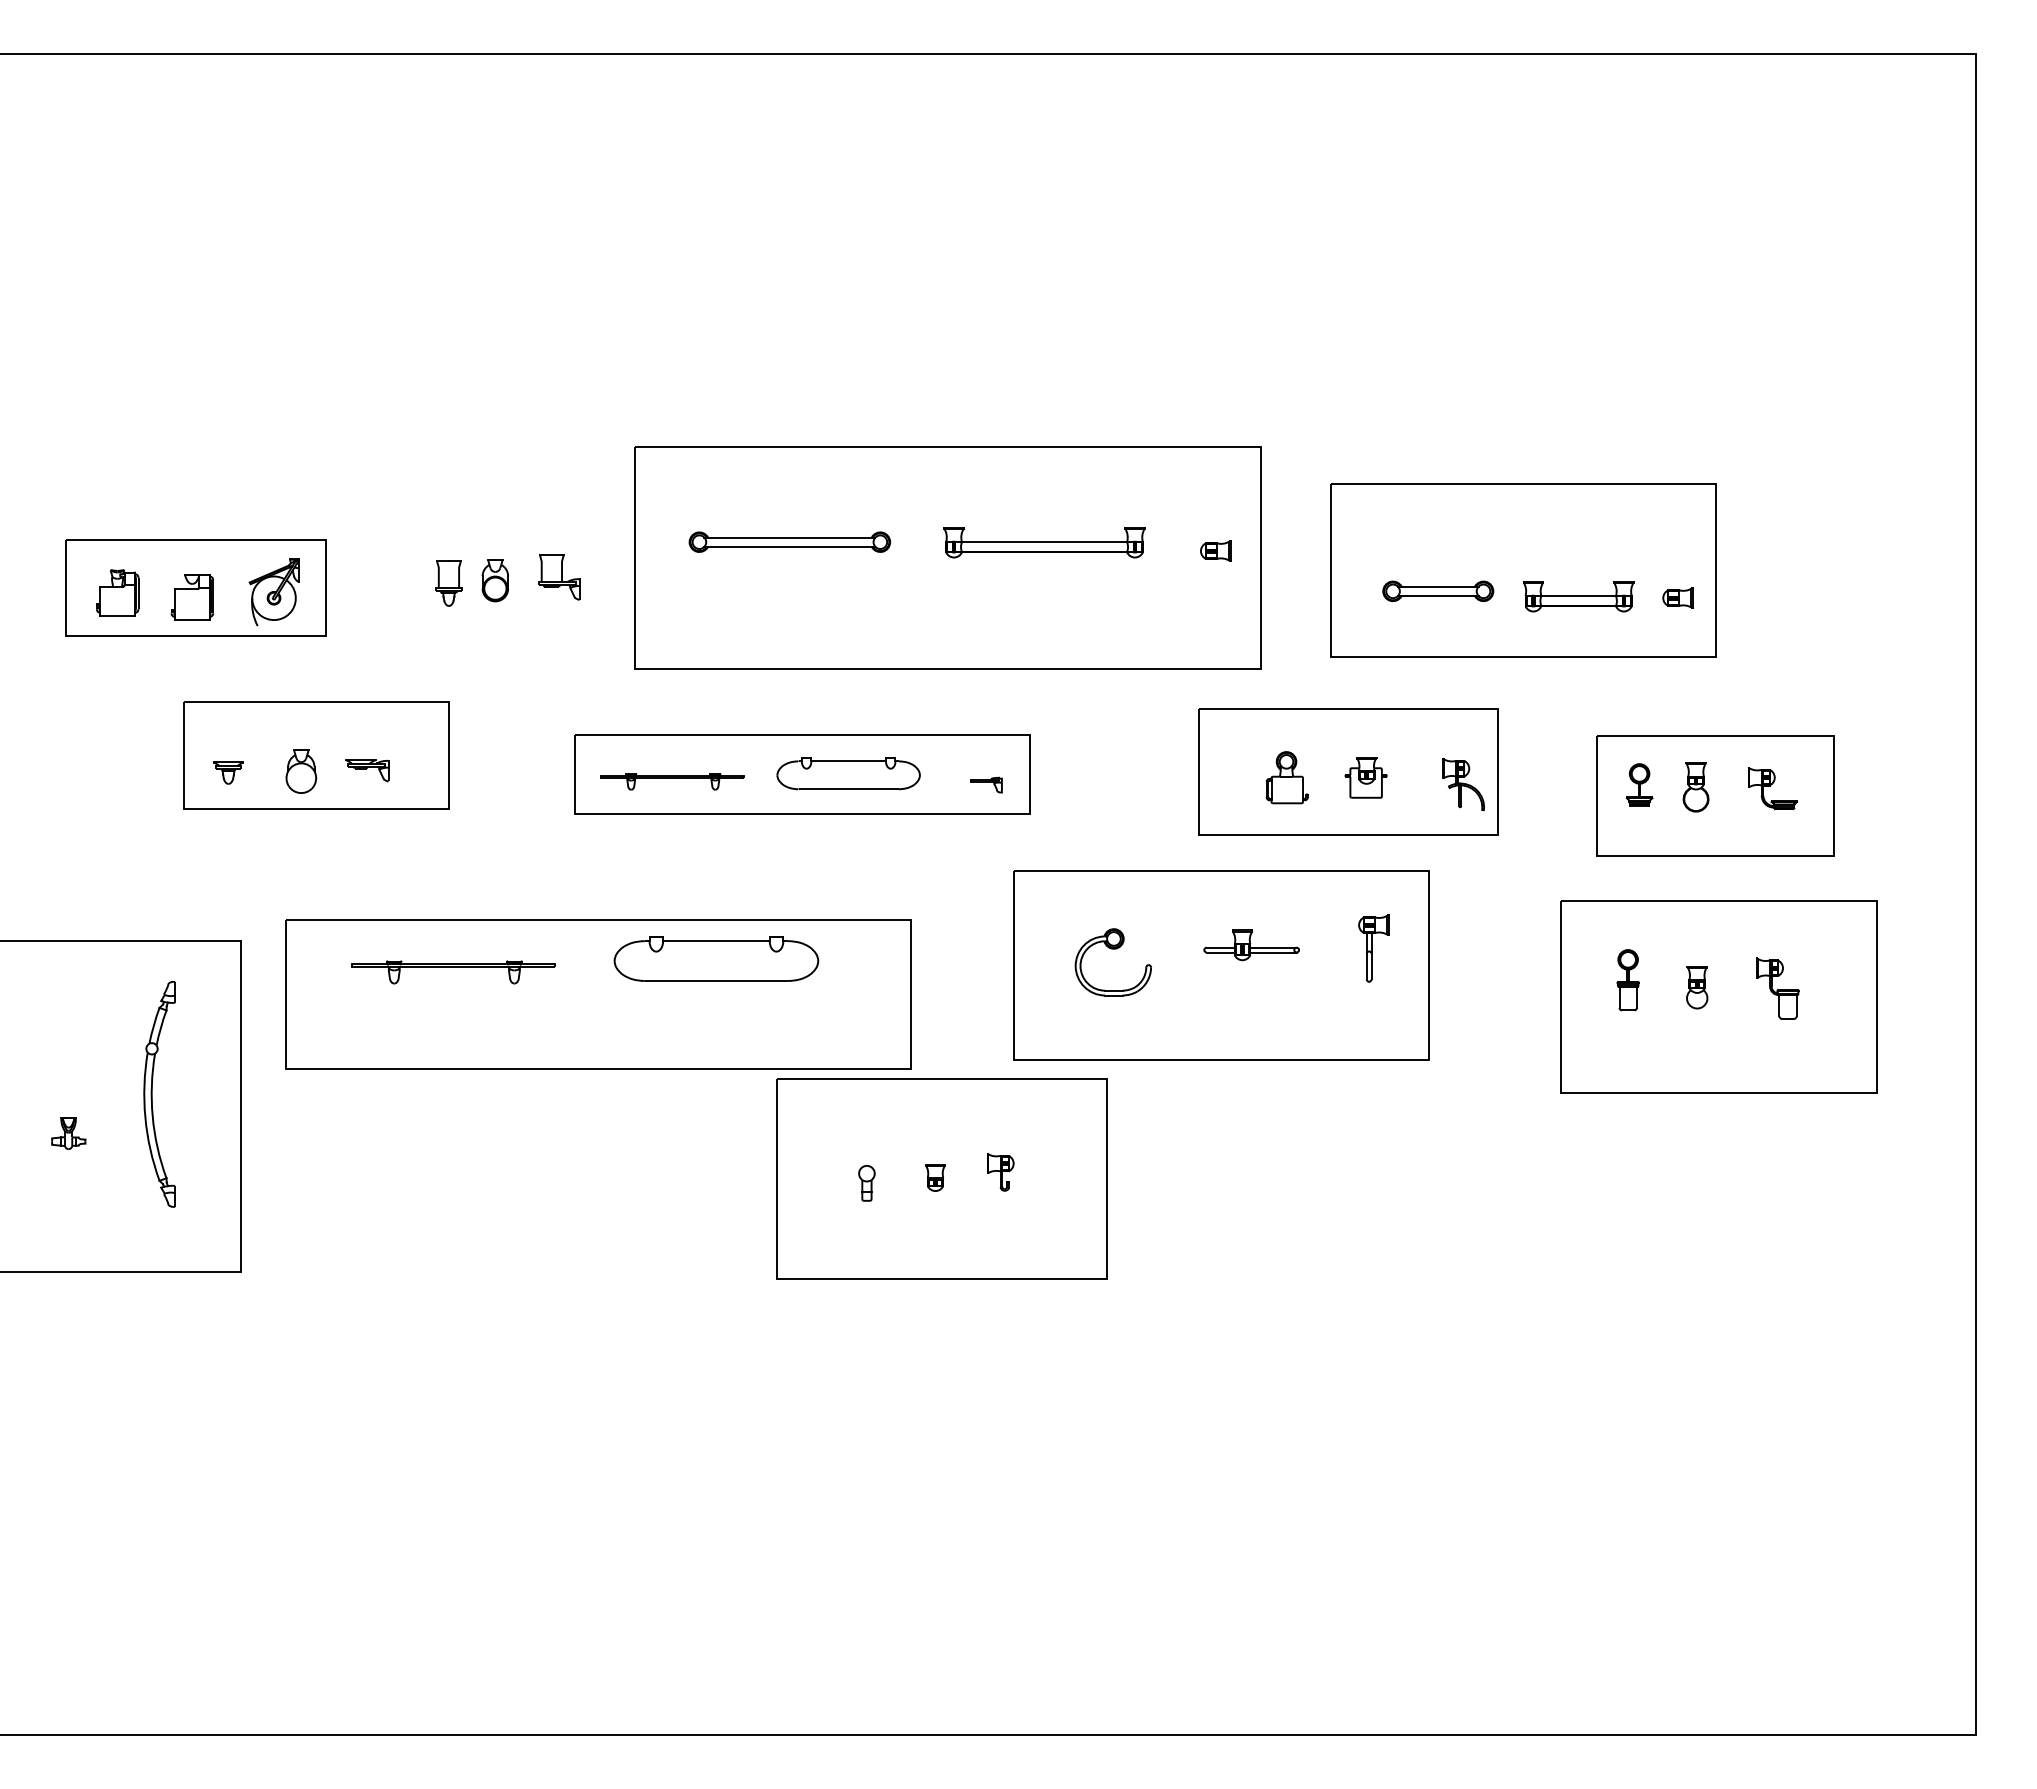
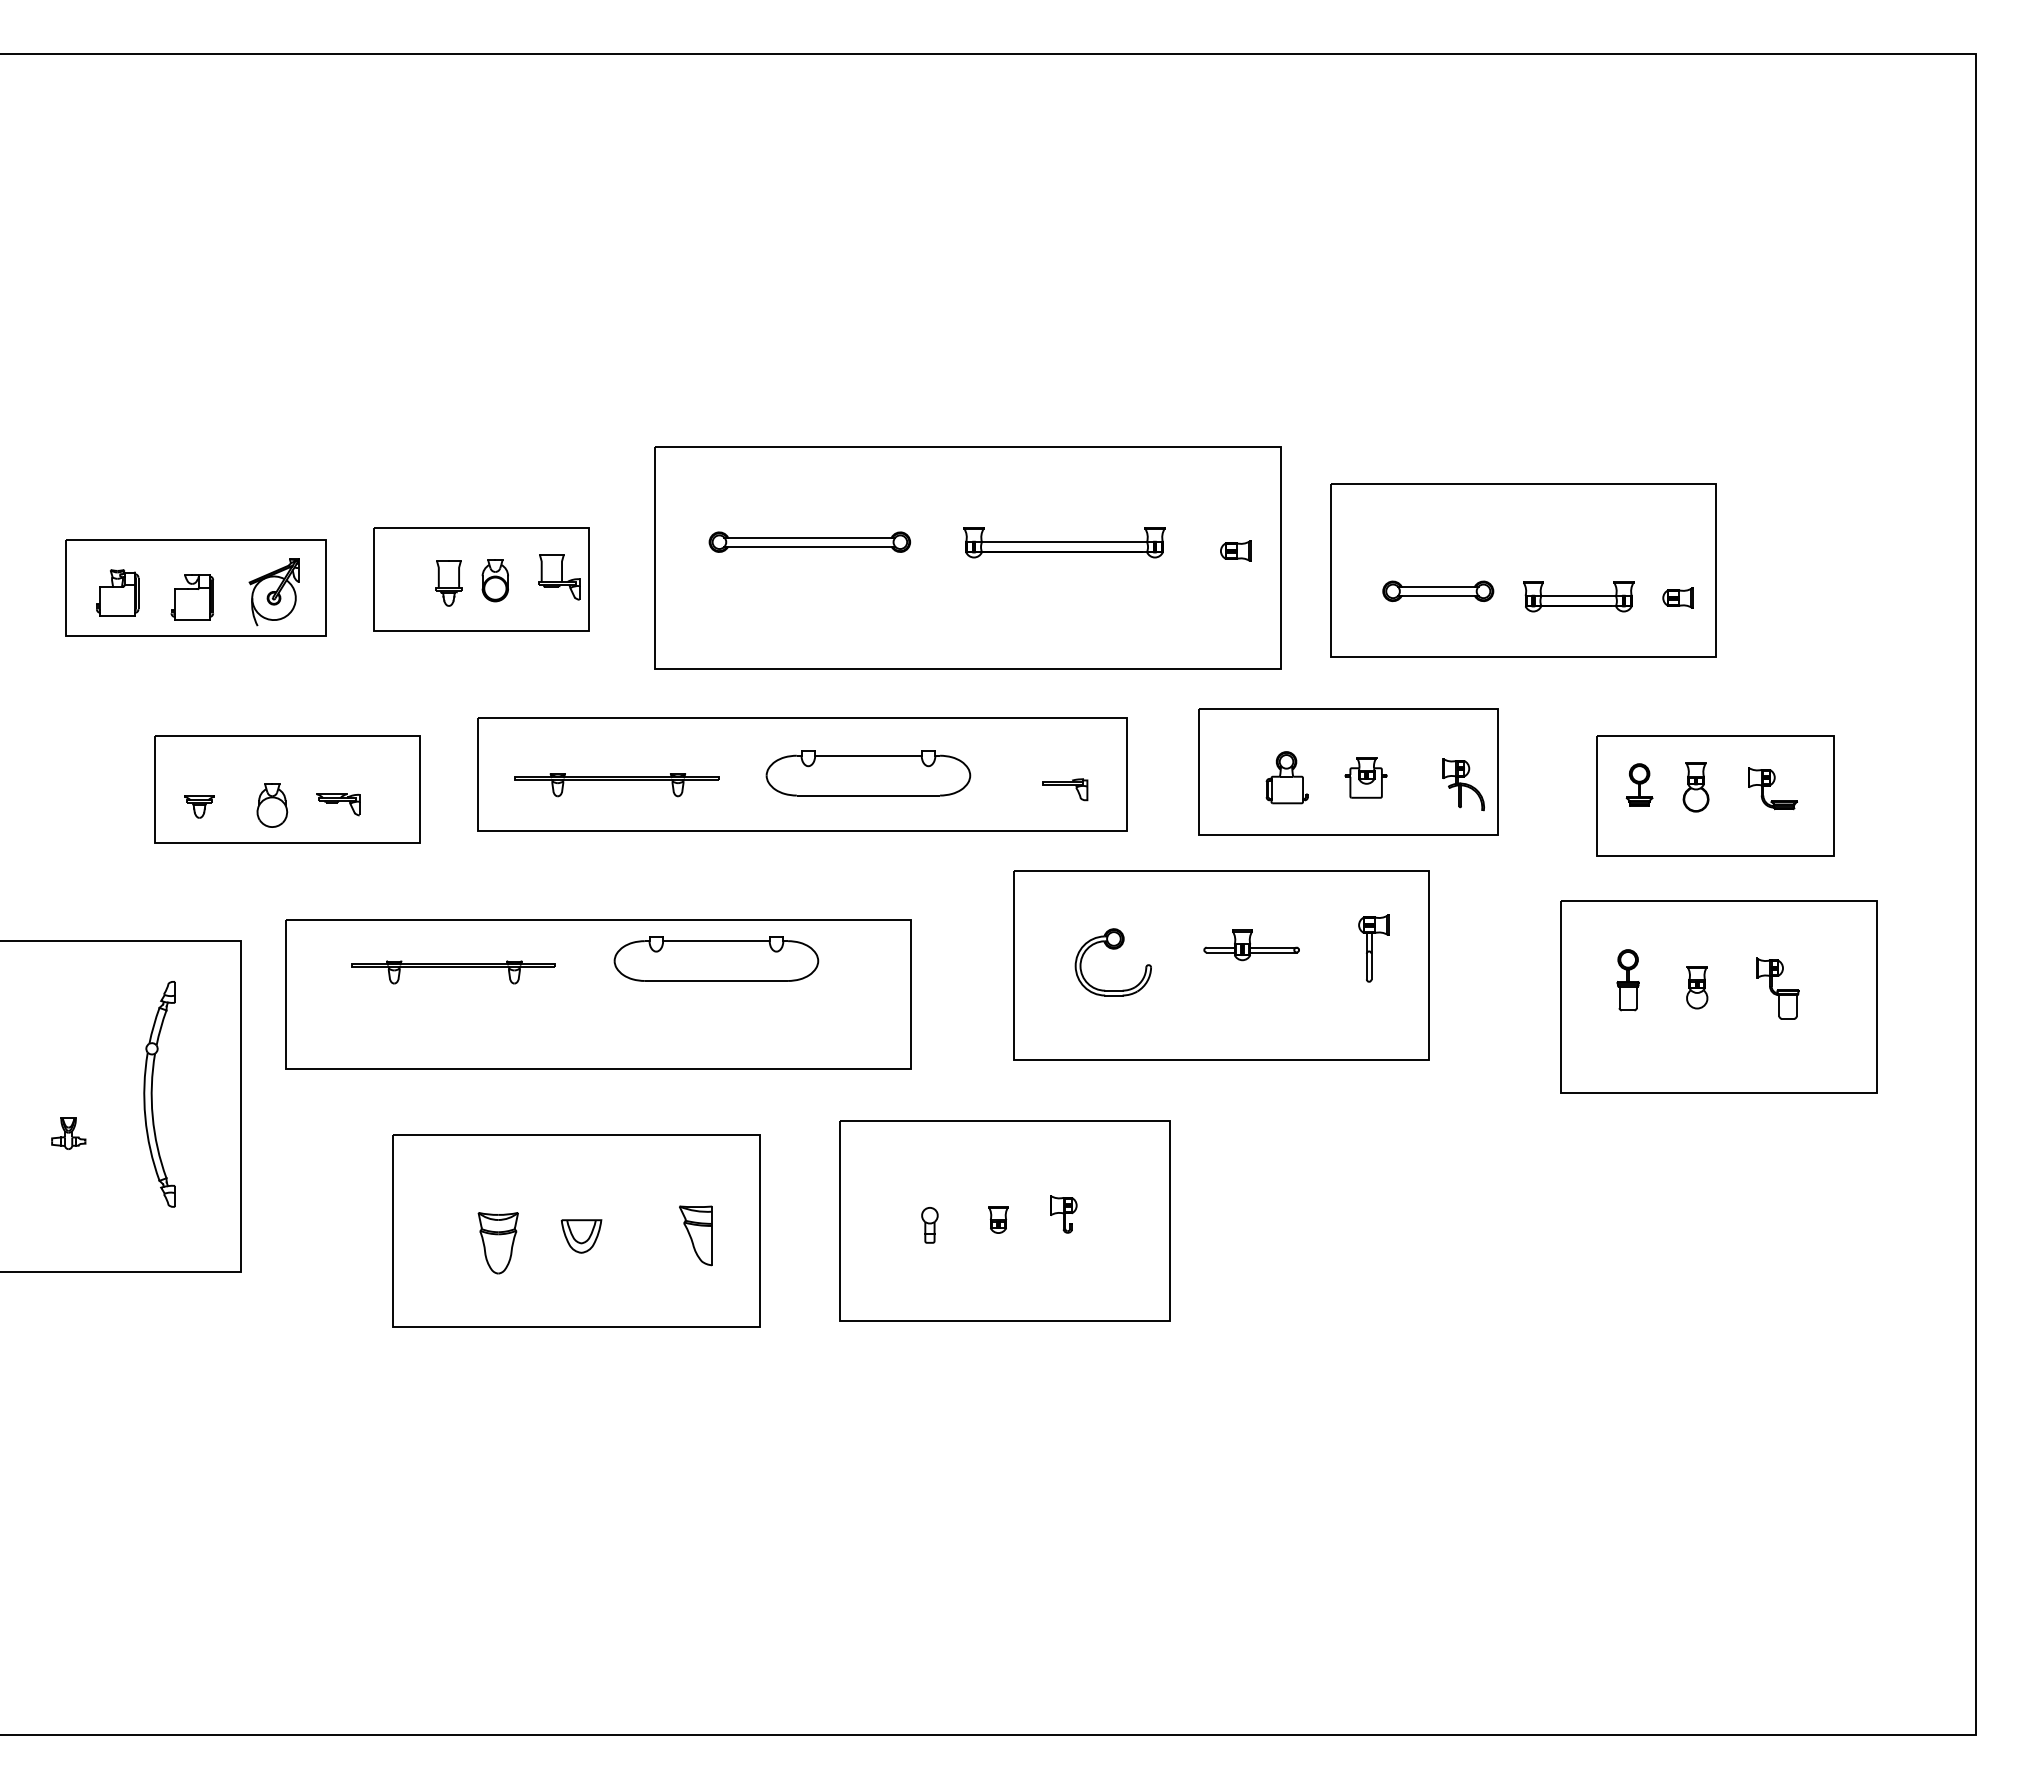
part at (947, 557) position: (947, 557) -> (967, 557)
part at (481, 579): none -> present
part at (316, 755) position: (316, 755) -> (287, 789)
part at (802, 774) size: 457x81 px -> 651x115 px
part at (941, 1178) position: (941, 1178) -> (1004, 1220)
part at (576, 1230): none -> present
